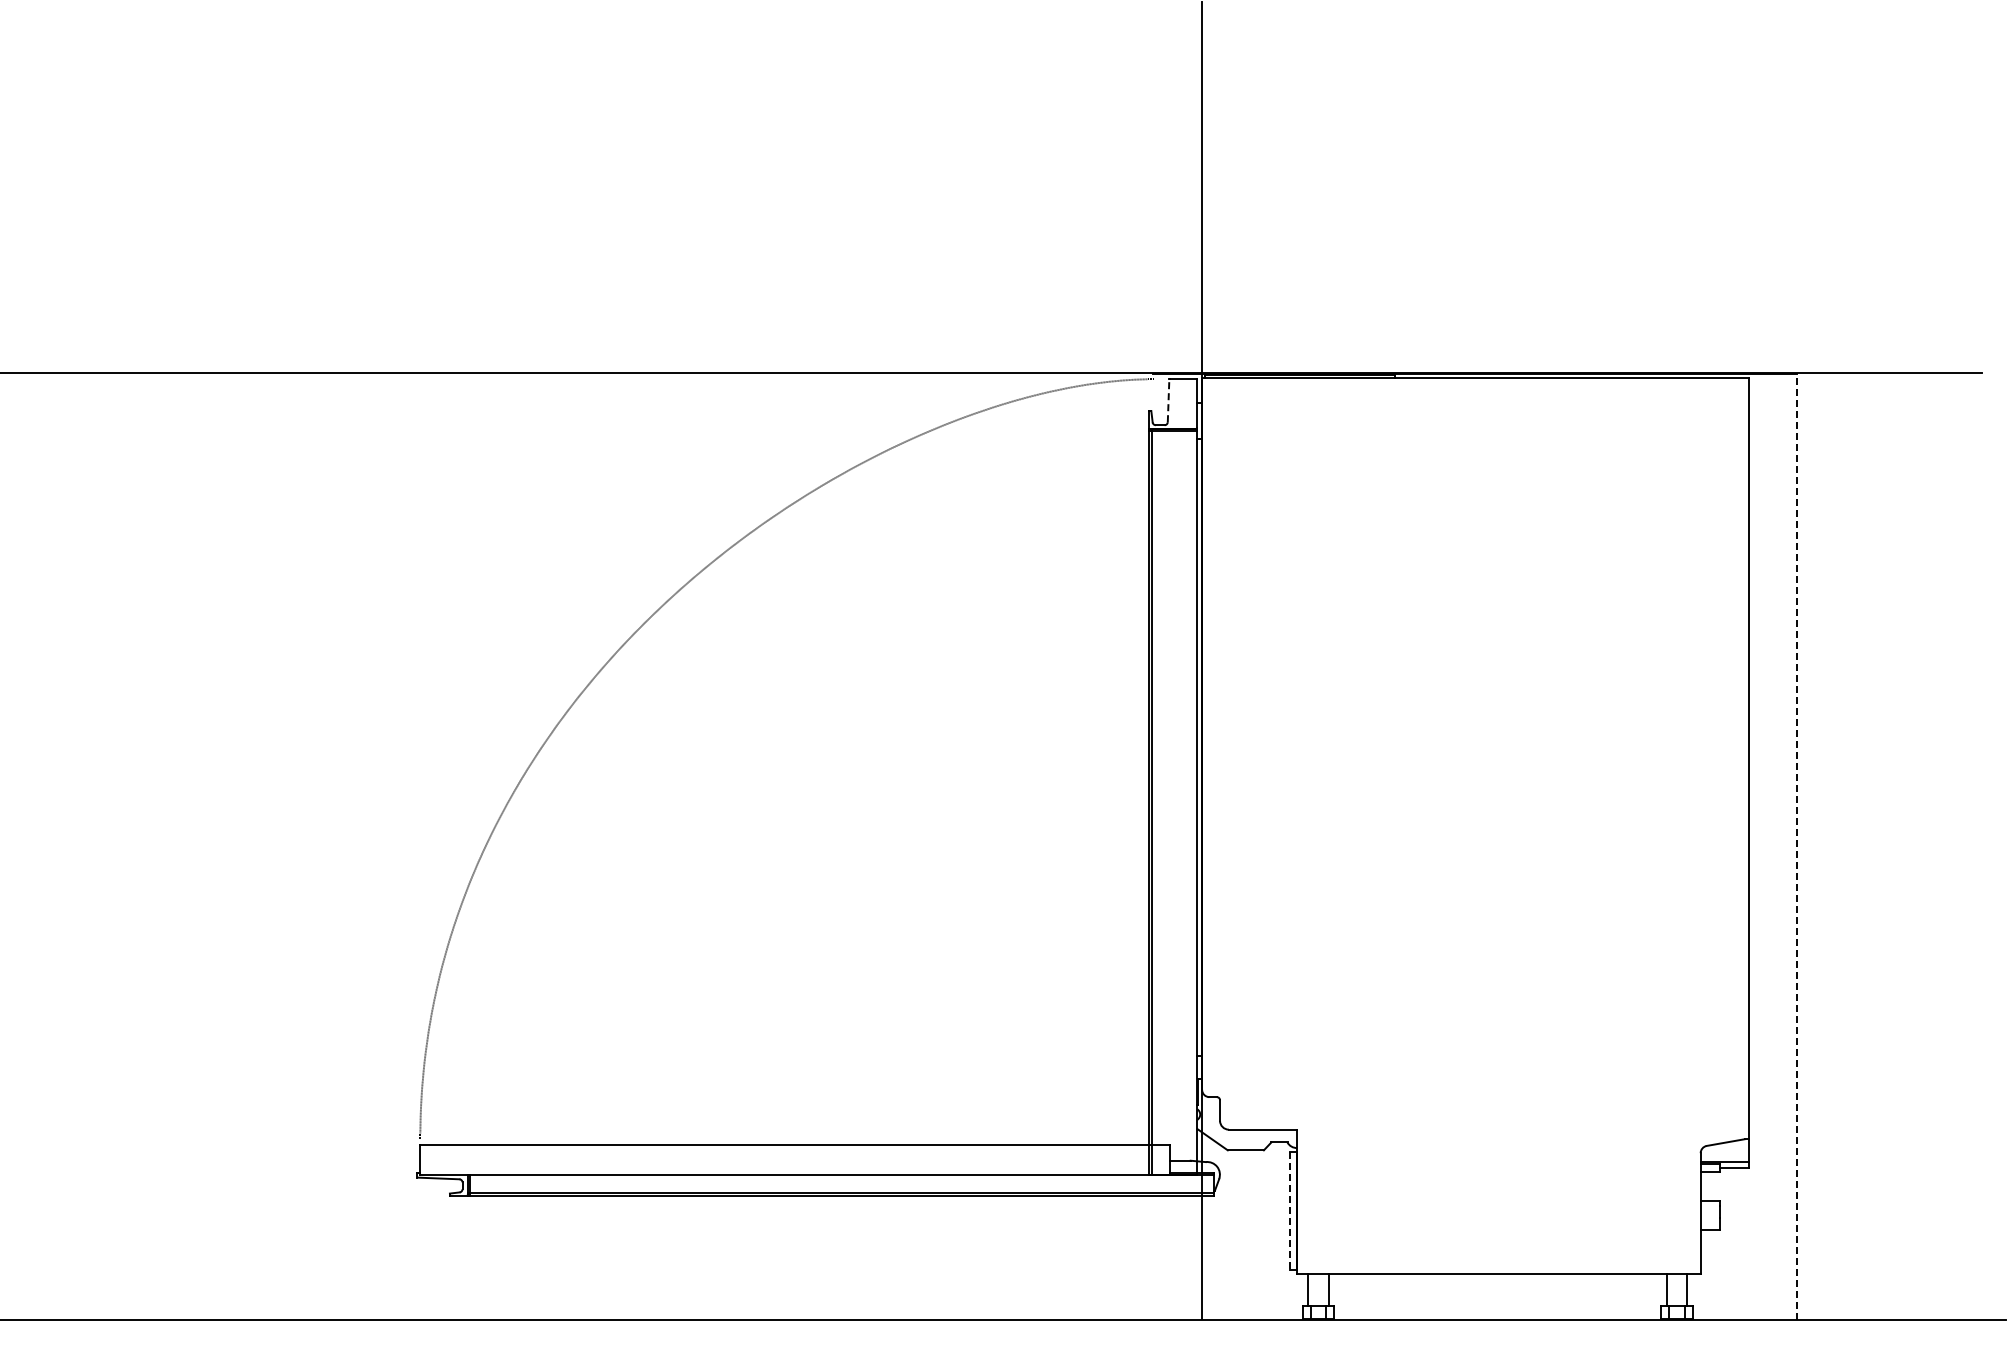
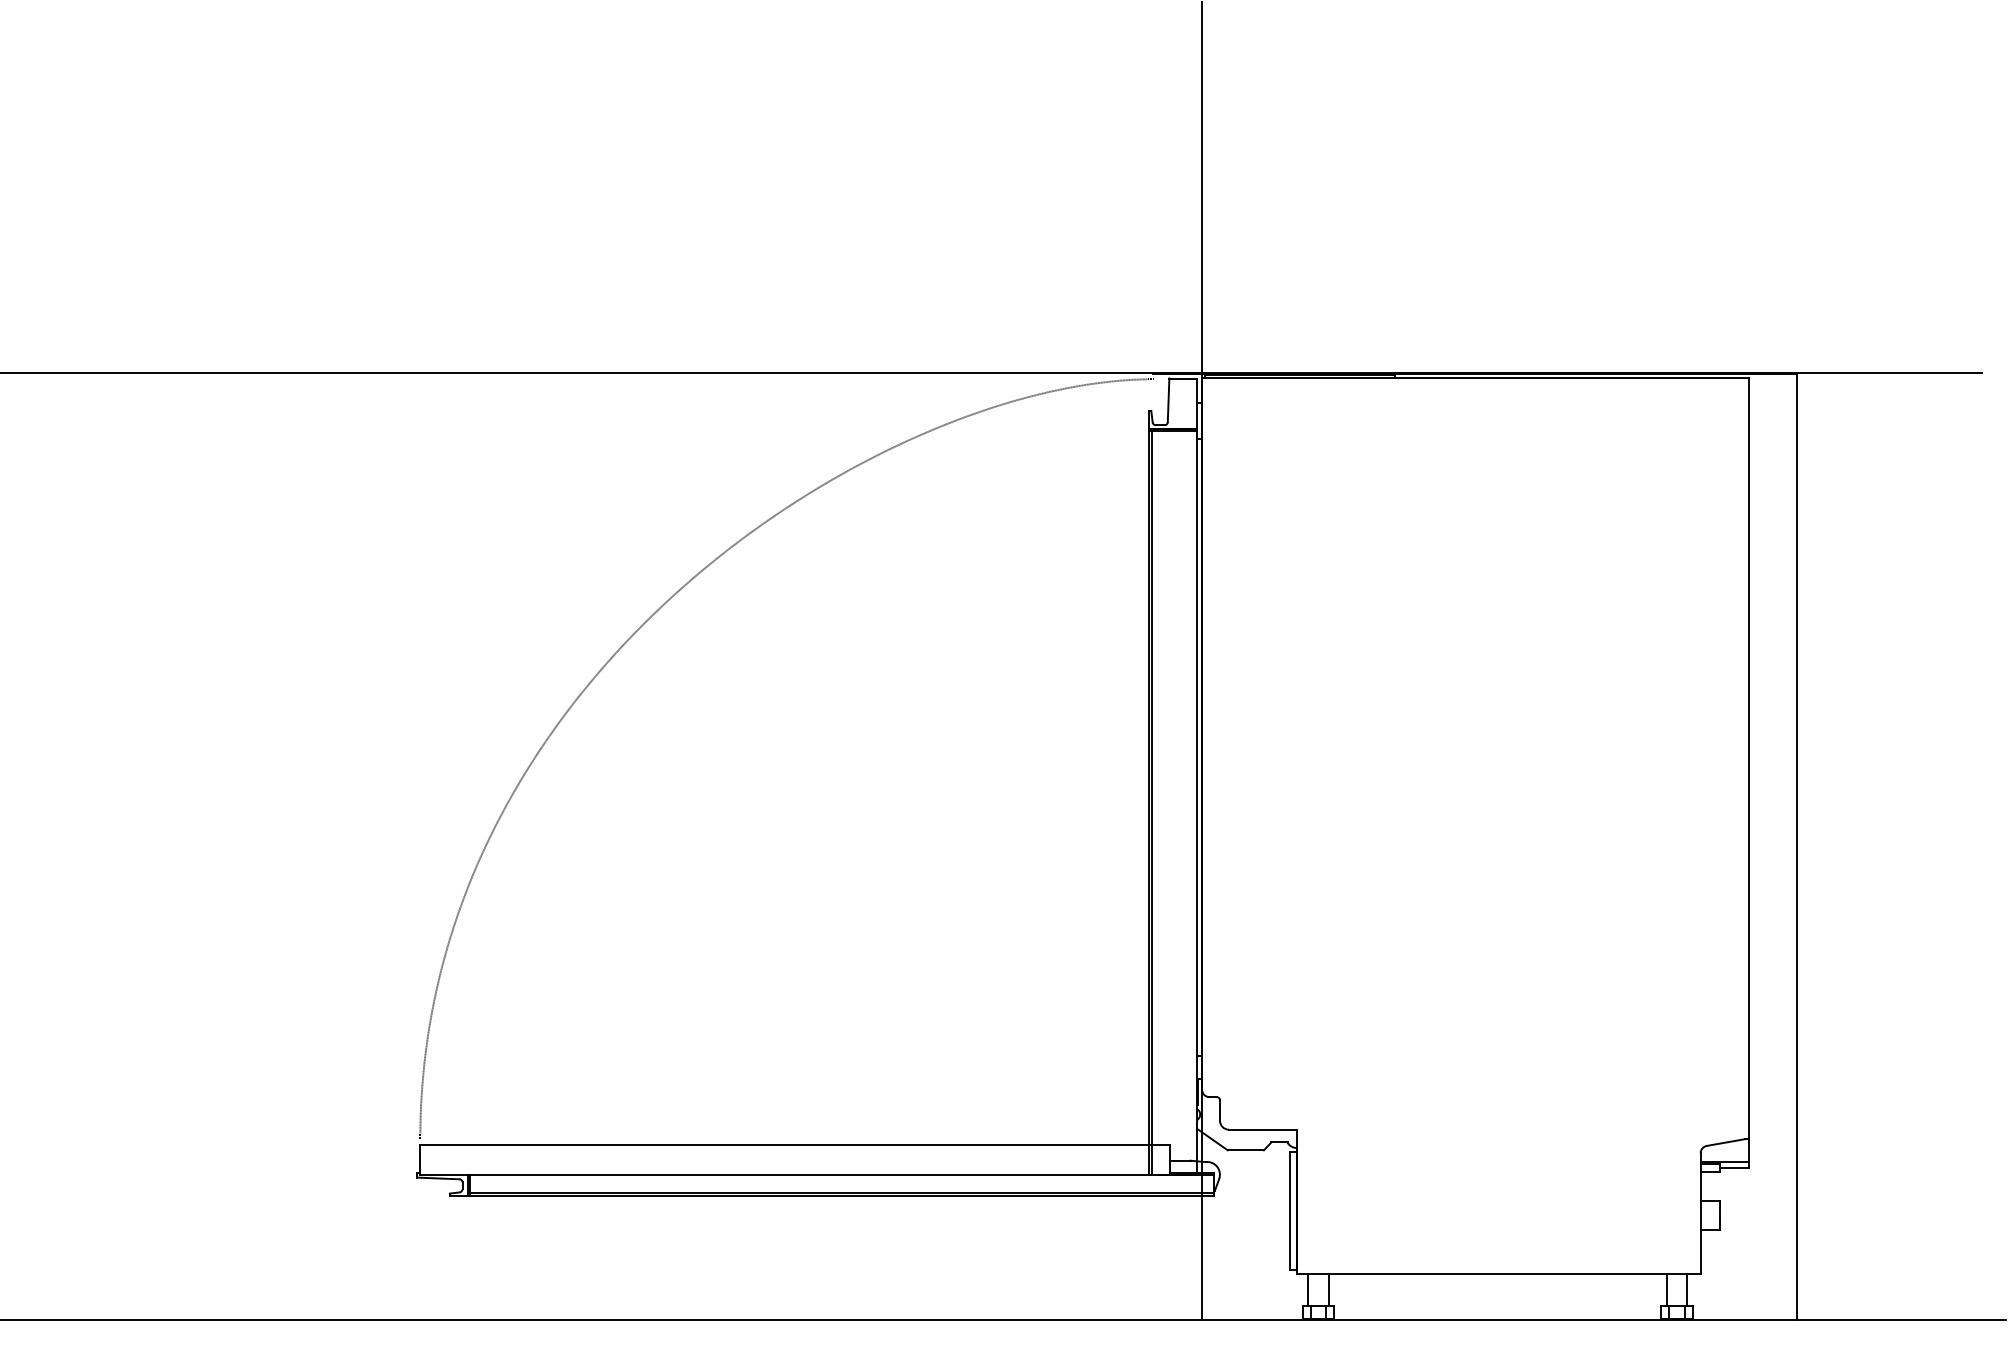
line at (1168, 400): dashed -> solid
line at (1796, 846): dashed -> solid
line at (1289, 1211): dashed -> solid
